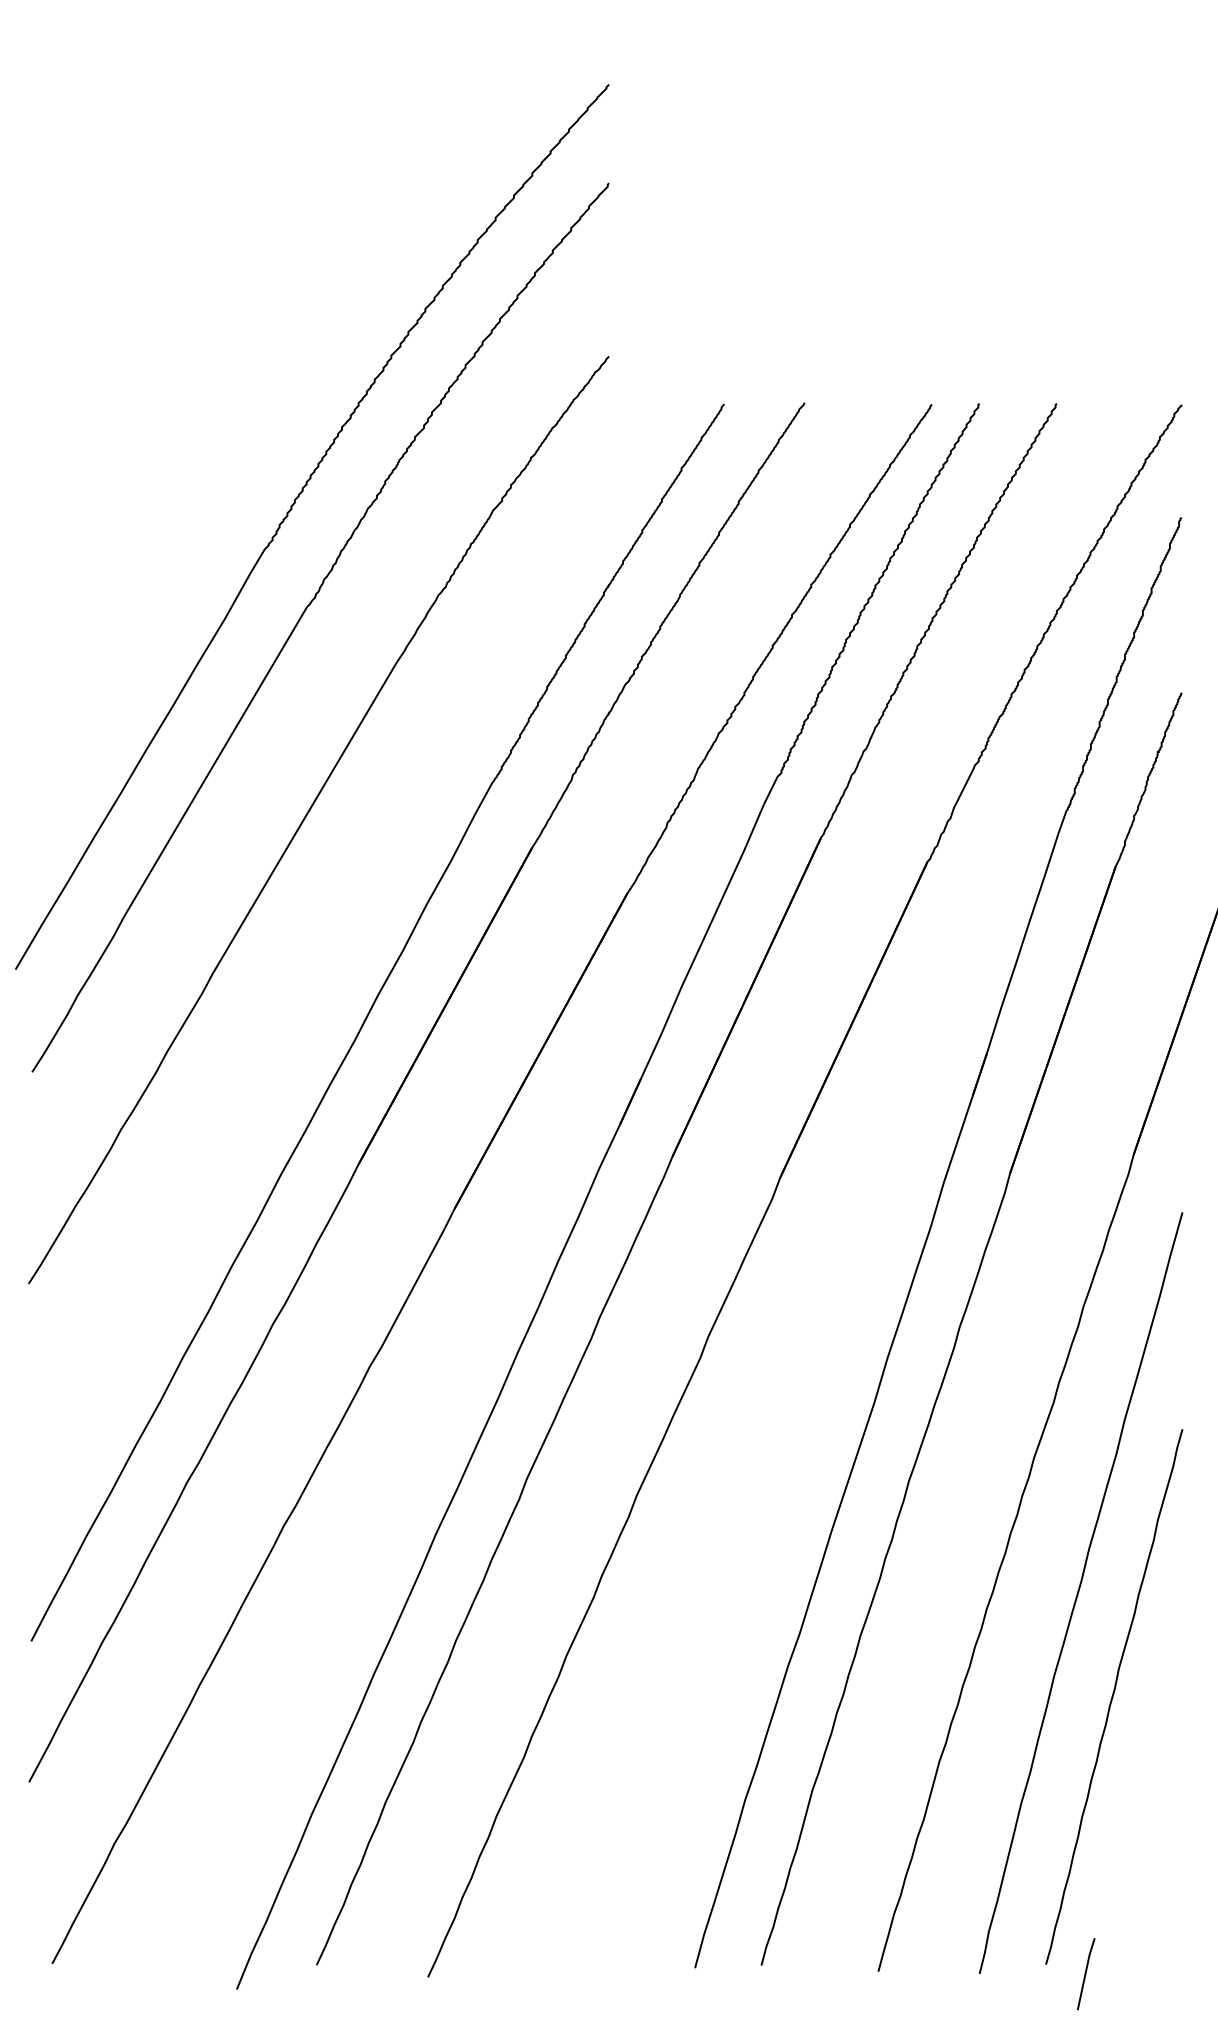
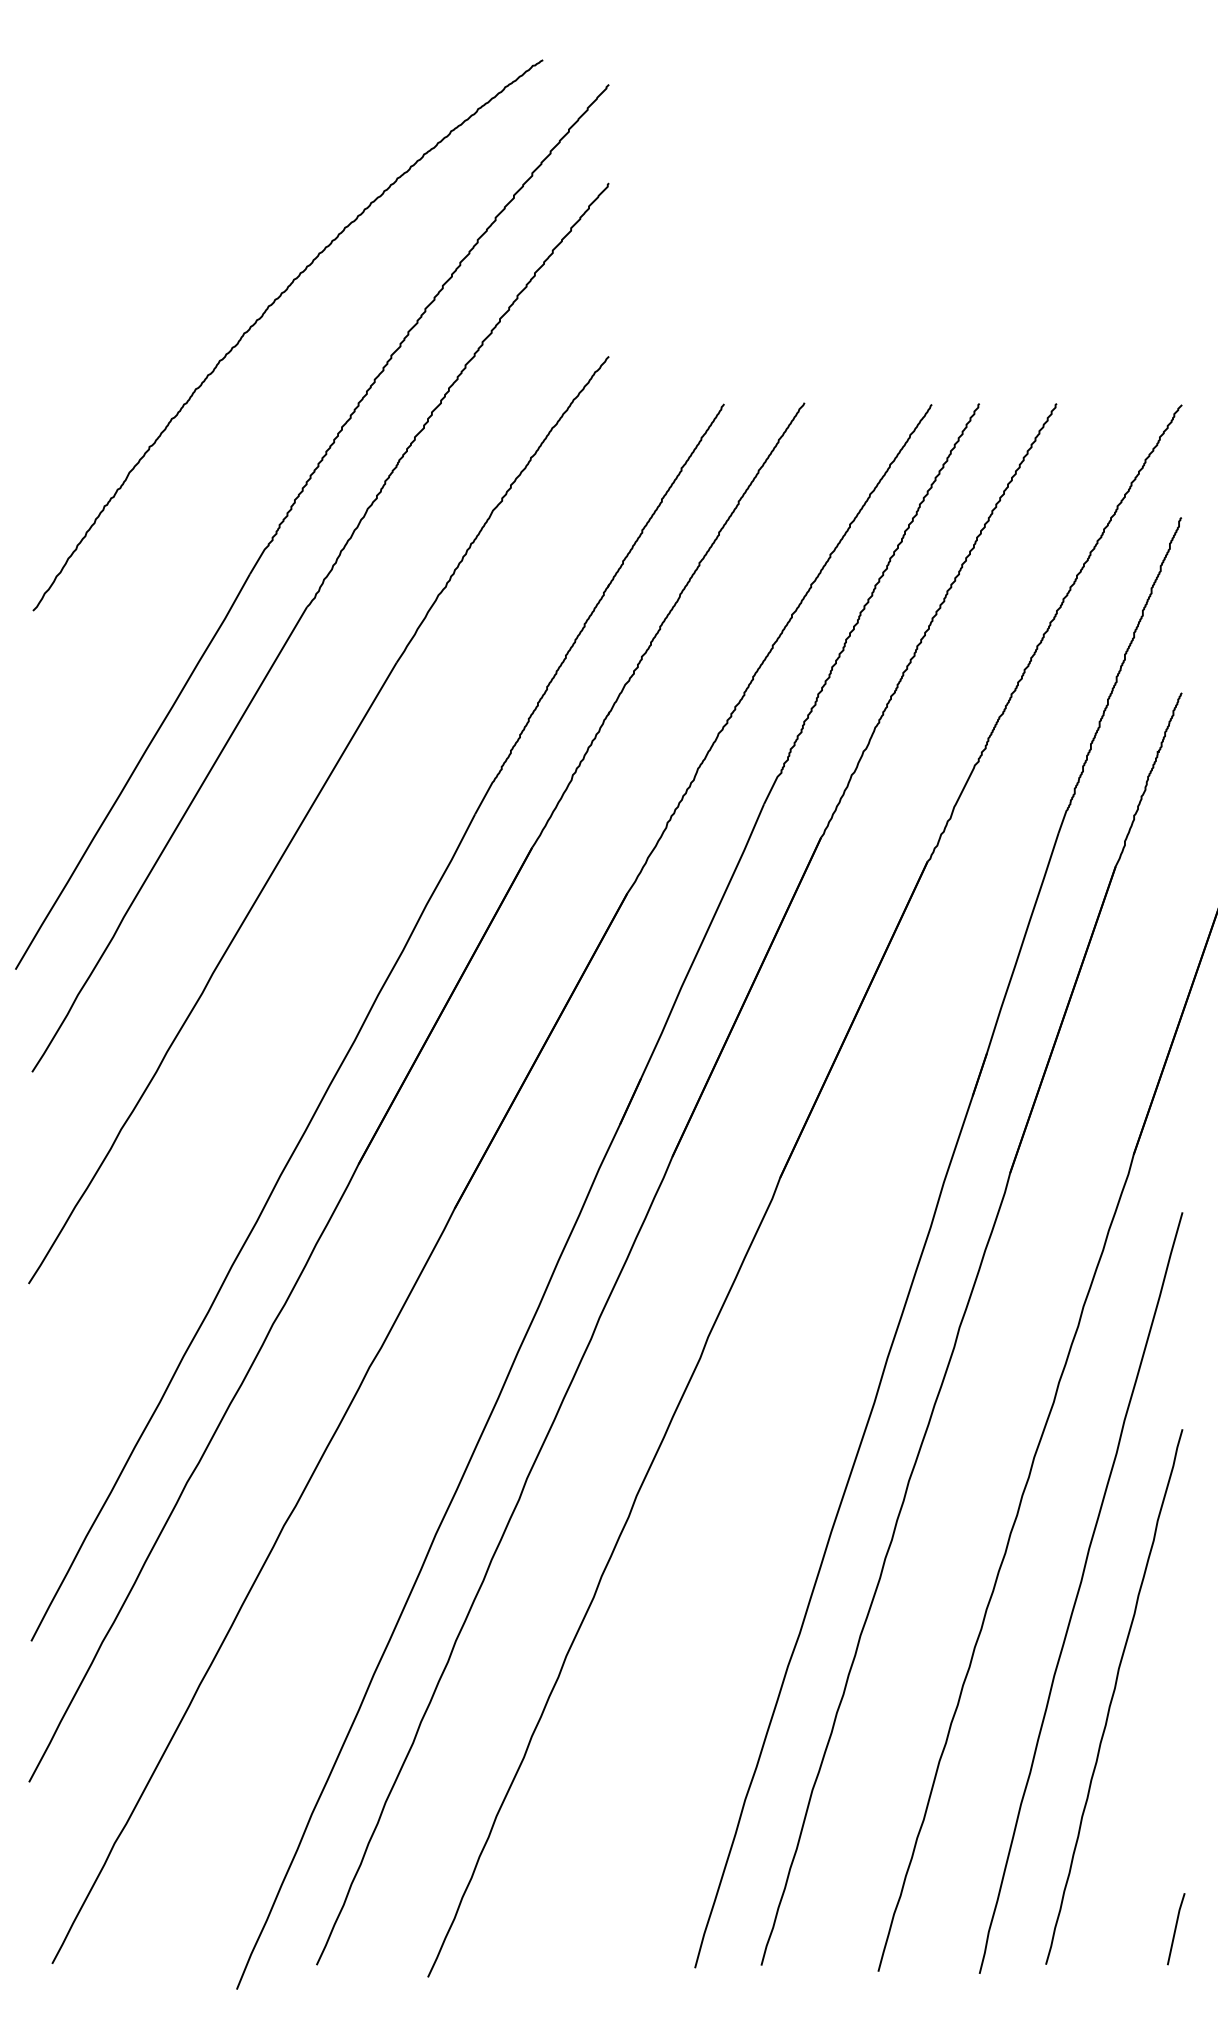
curve at (263, 316): none -> present
curve at (1086, 1974) position: (1086, 1974) -> (1176, 1929)
